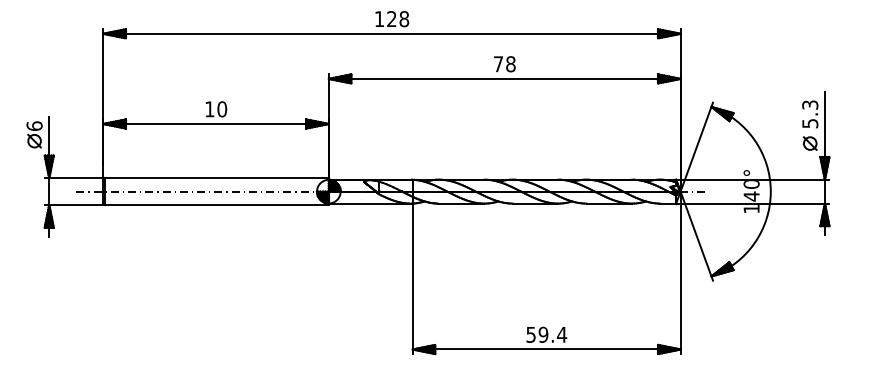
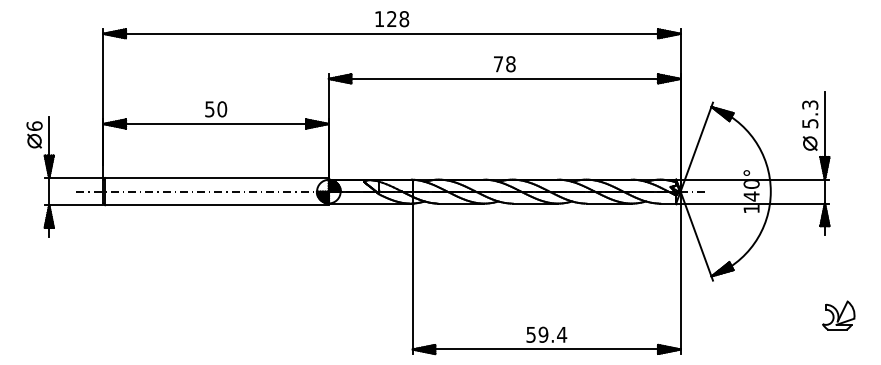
text at (209, 109): 10 -> 50
part at (838, 315): none -> present
